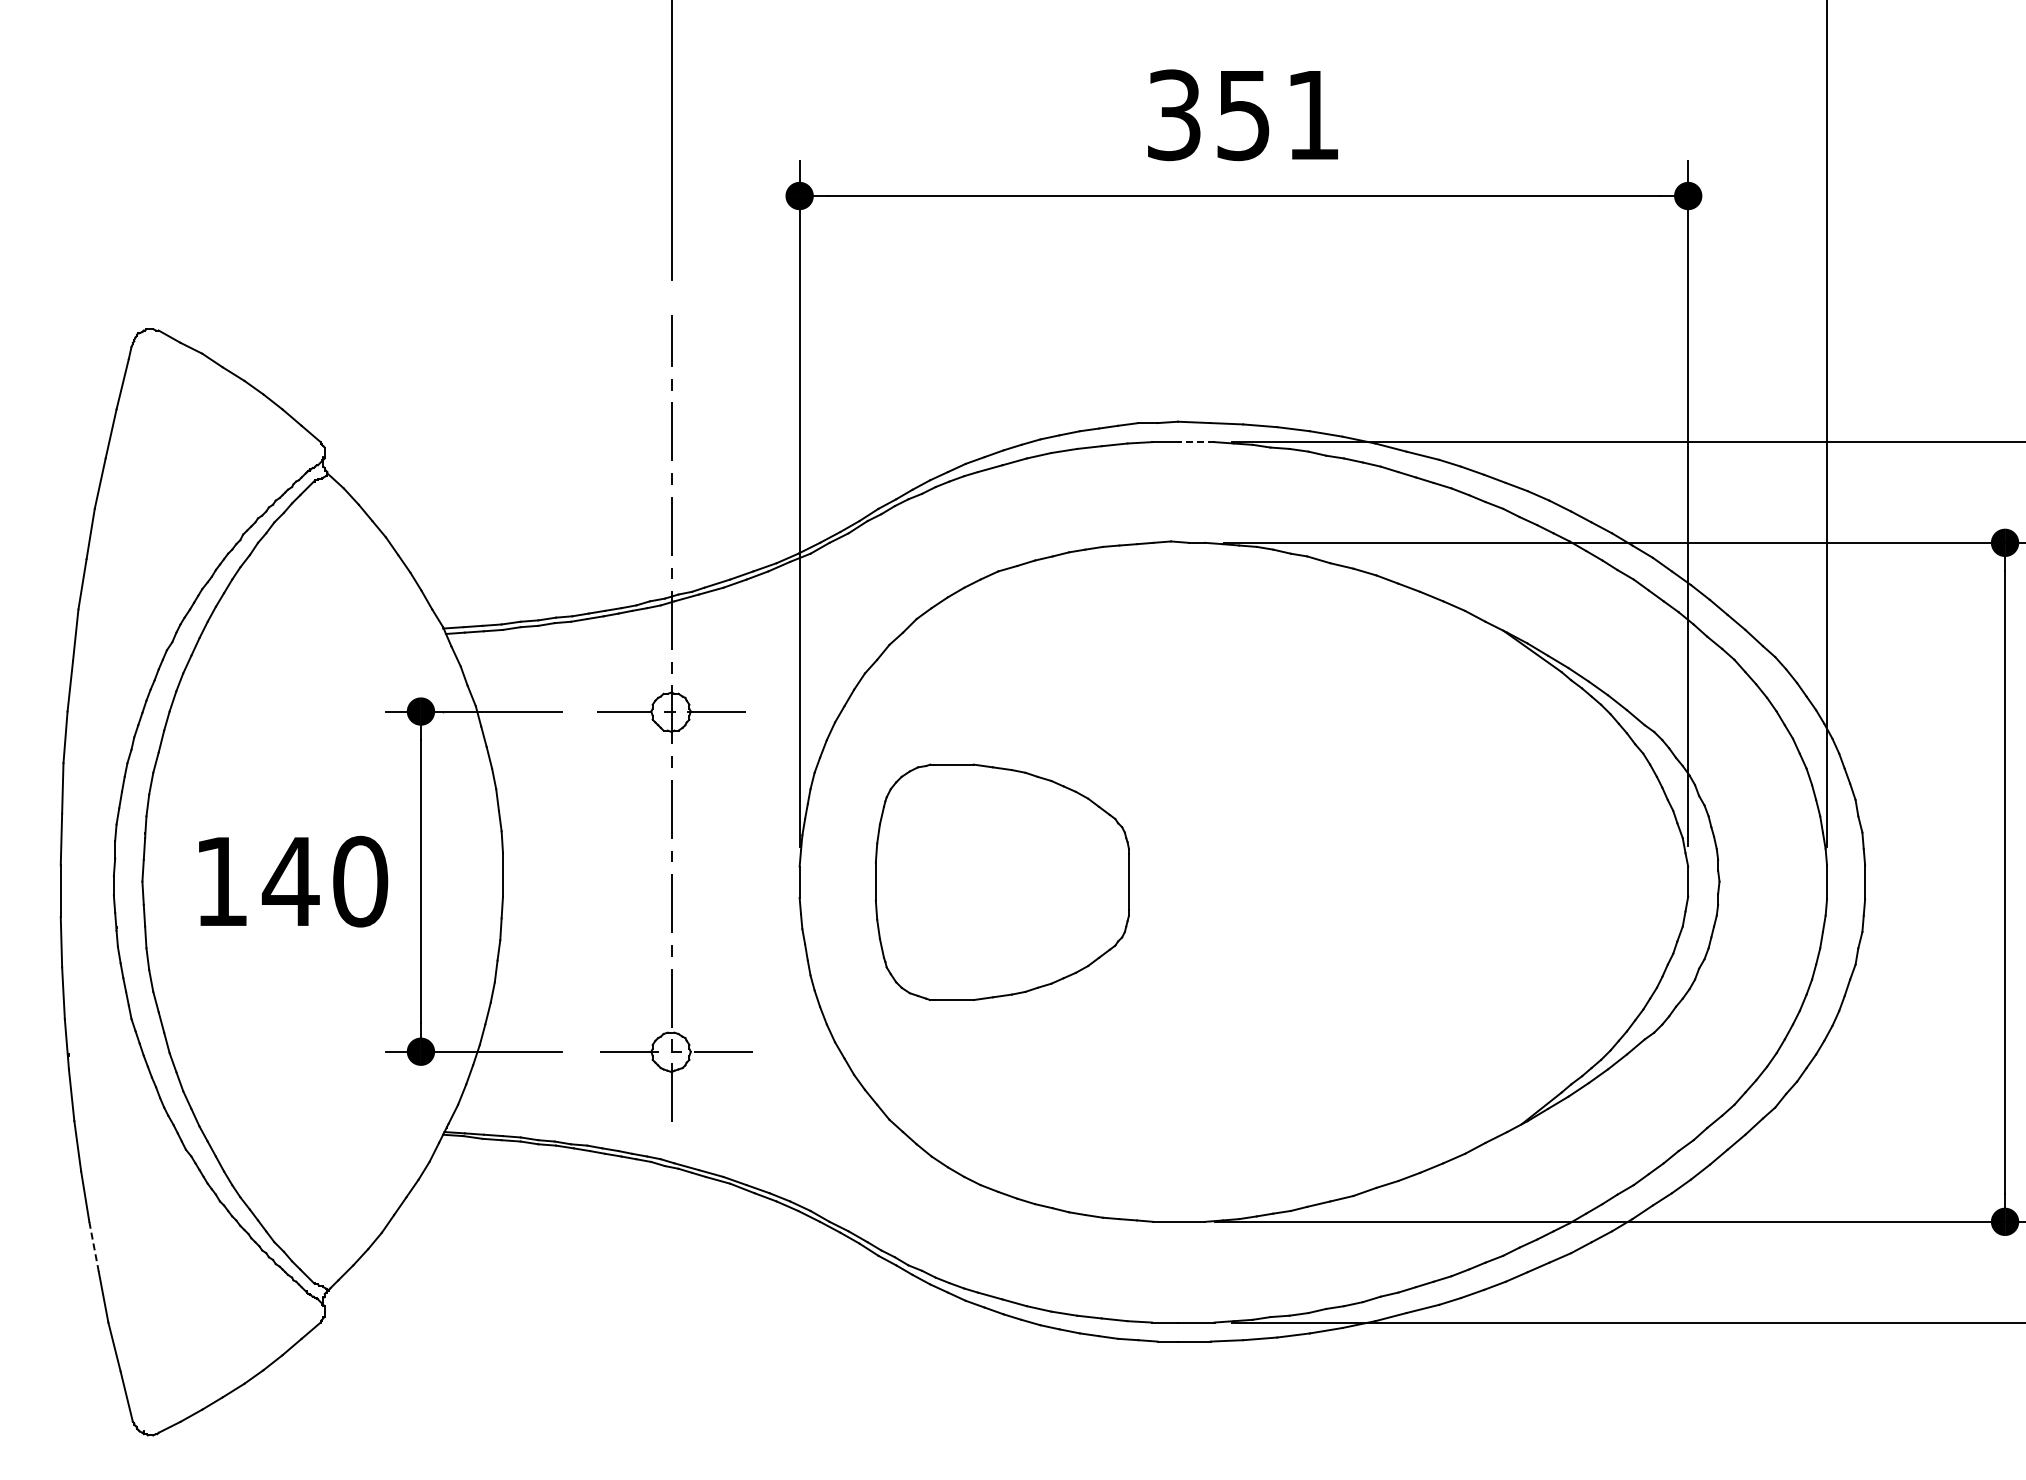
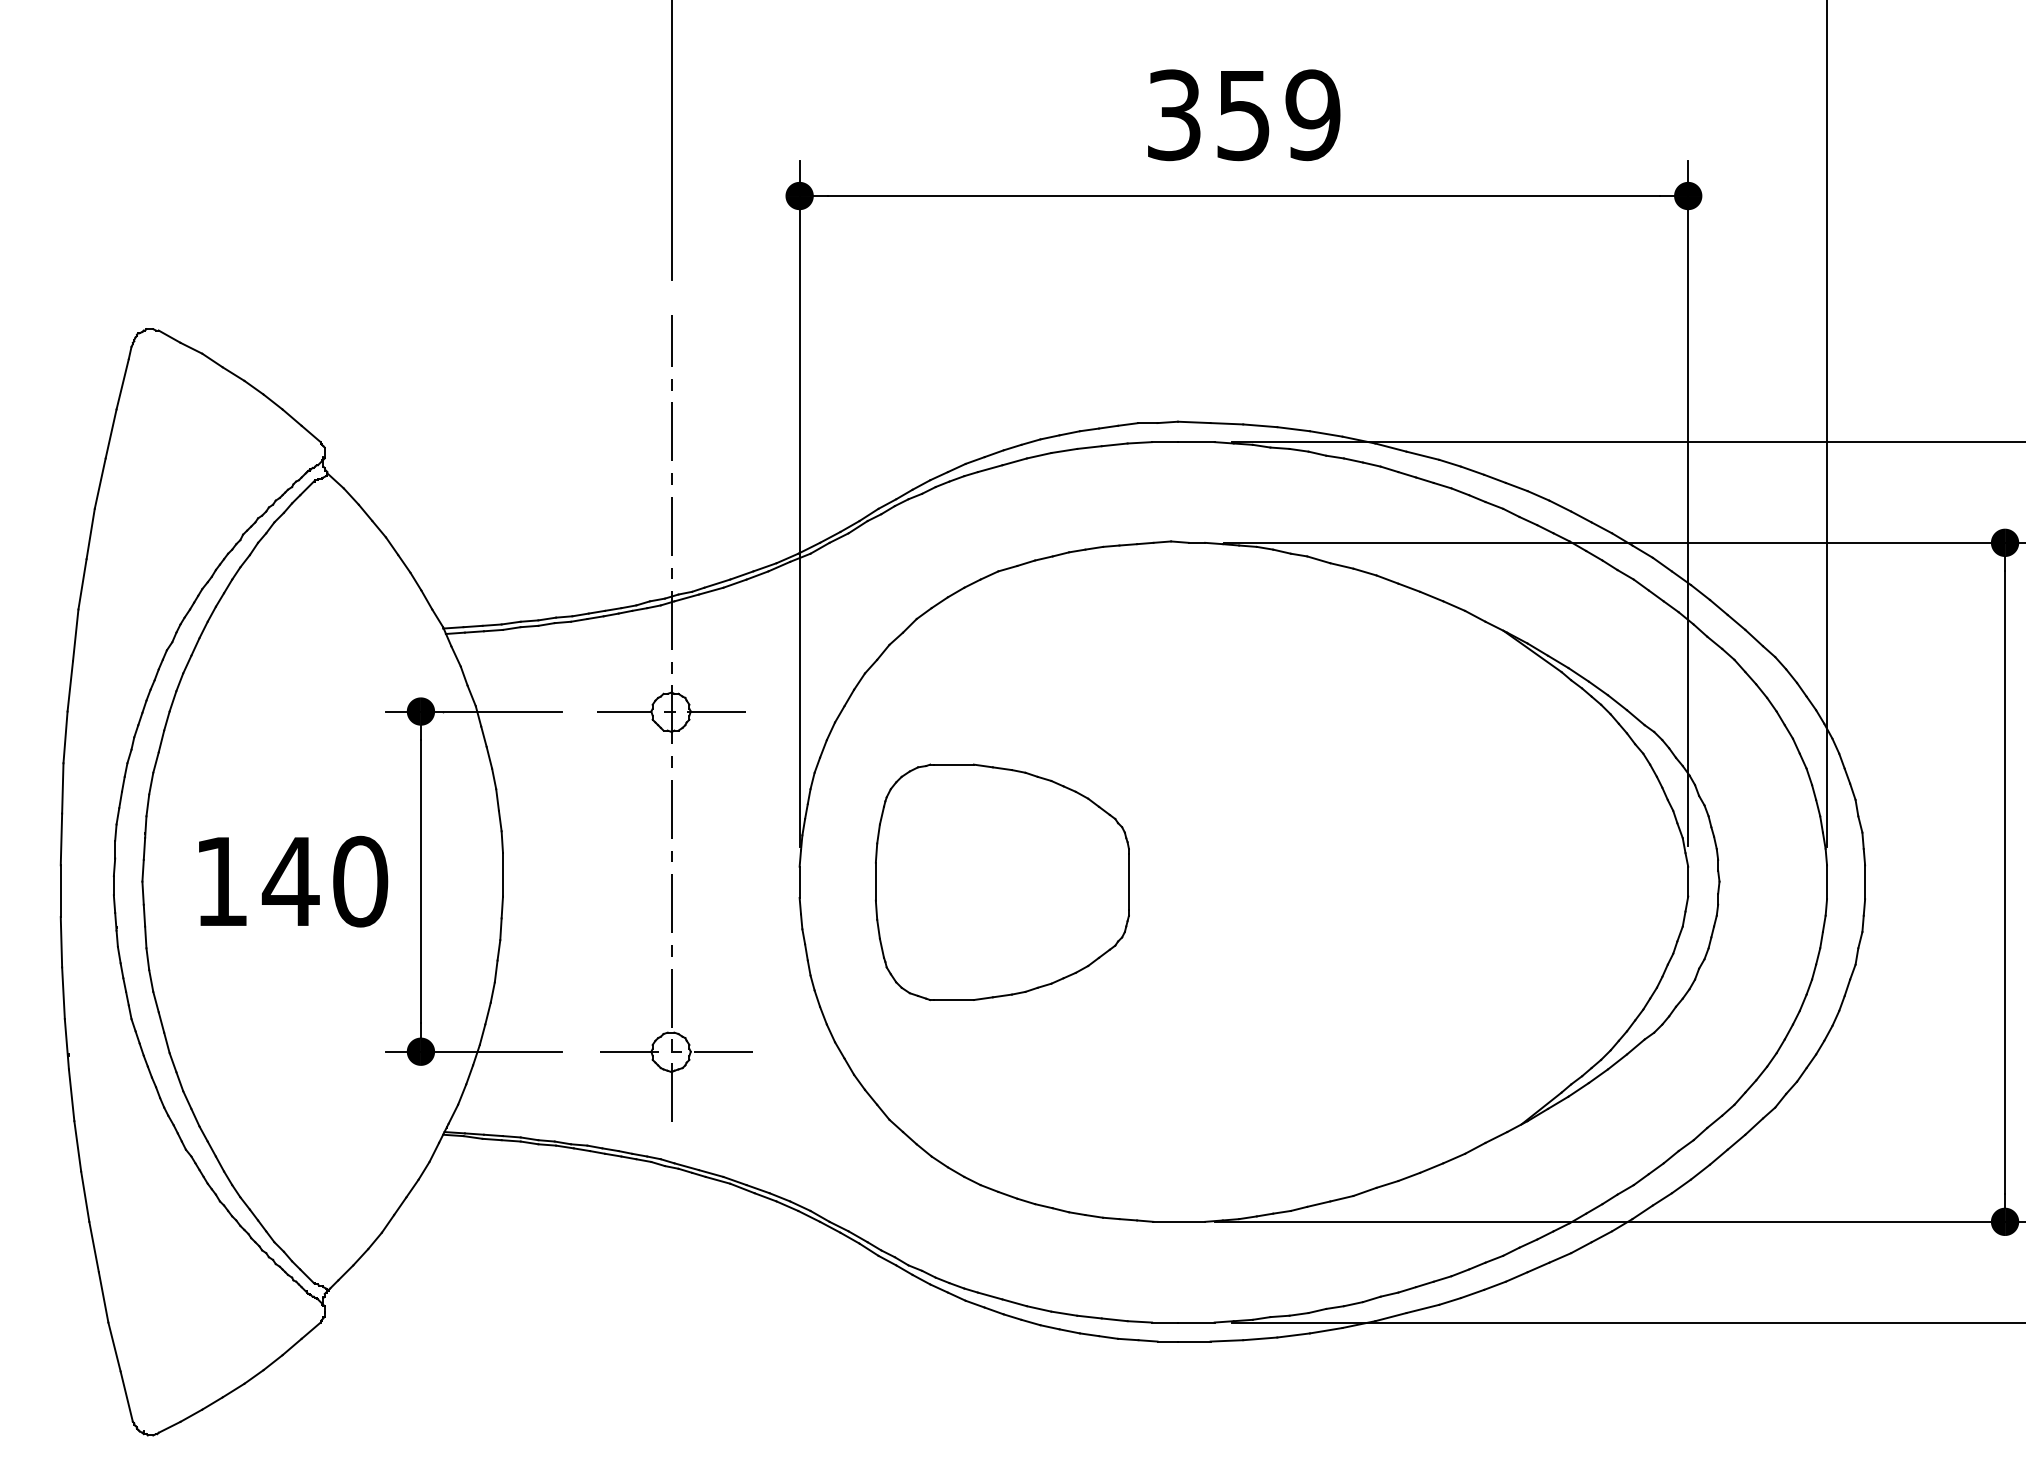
text at (1312, 115): 351 -> 359
line at (1195, 442): dashed -> solid
line at (94, 1247): dashed -> solid
